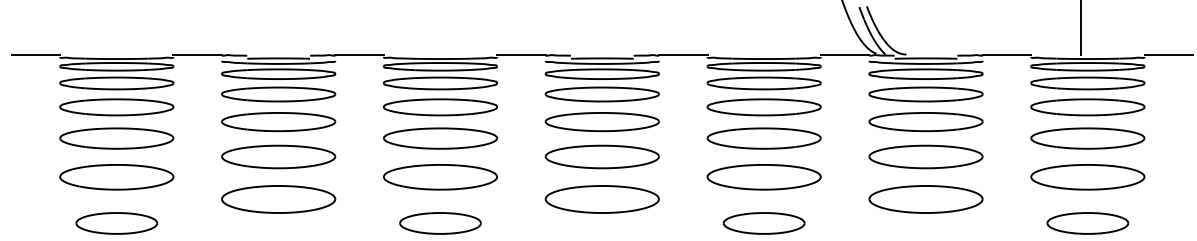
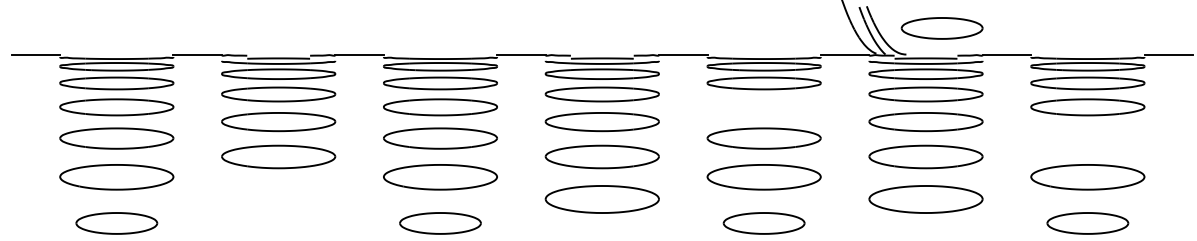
part at (941, 28): none -> present
line at (1081, 28): present -> none
part at (763, 107): present -> none
part at (1087, 138): present -> none
part at (278, 199): present -> none
